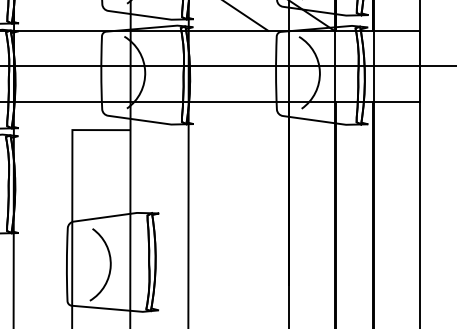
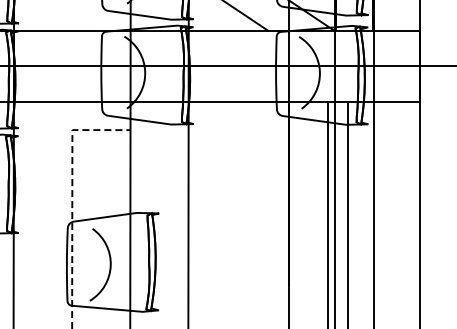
line at (72, 199): solid -> dashed
line at (336, 213) position: (336, 213) -> (328, 213)
line at (372, 213) position: (372, 213) -> (347, 213)
